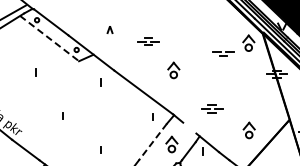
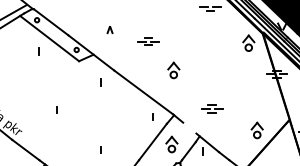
line at (49, 38): dashed -> solid
part at (223, 53) position: (223, 53) -> (210, 8)
line at (35, 72) position: (35, 72) -> (38, 51)
line at (62, 115) position: (62, 115) -> (56, 109)
part at (248, 130) position: (248, 130) -> (256, 130)
line at (152, 142): dashed -> solid
